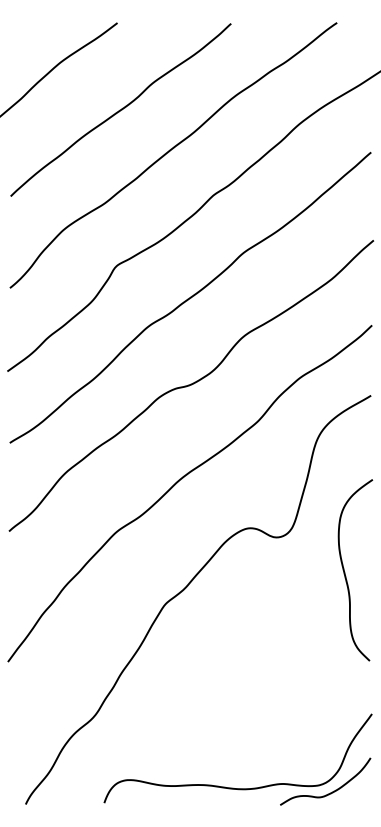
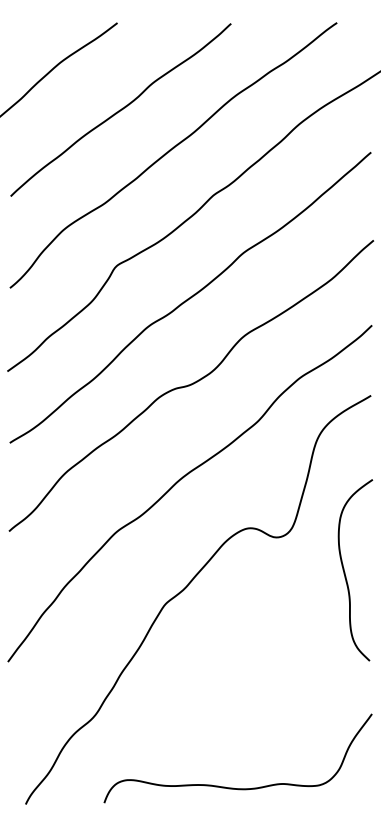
curve at (330, 792): present -> none
